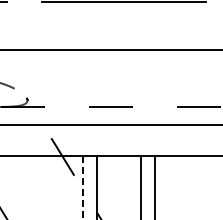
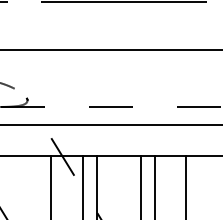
line at (51, 185): none -> present
line at (186, 185): none -> present
line at (83, 187): dashed -> solid
